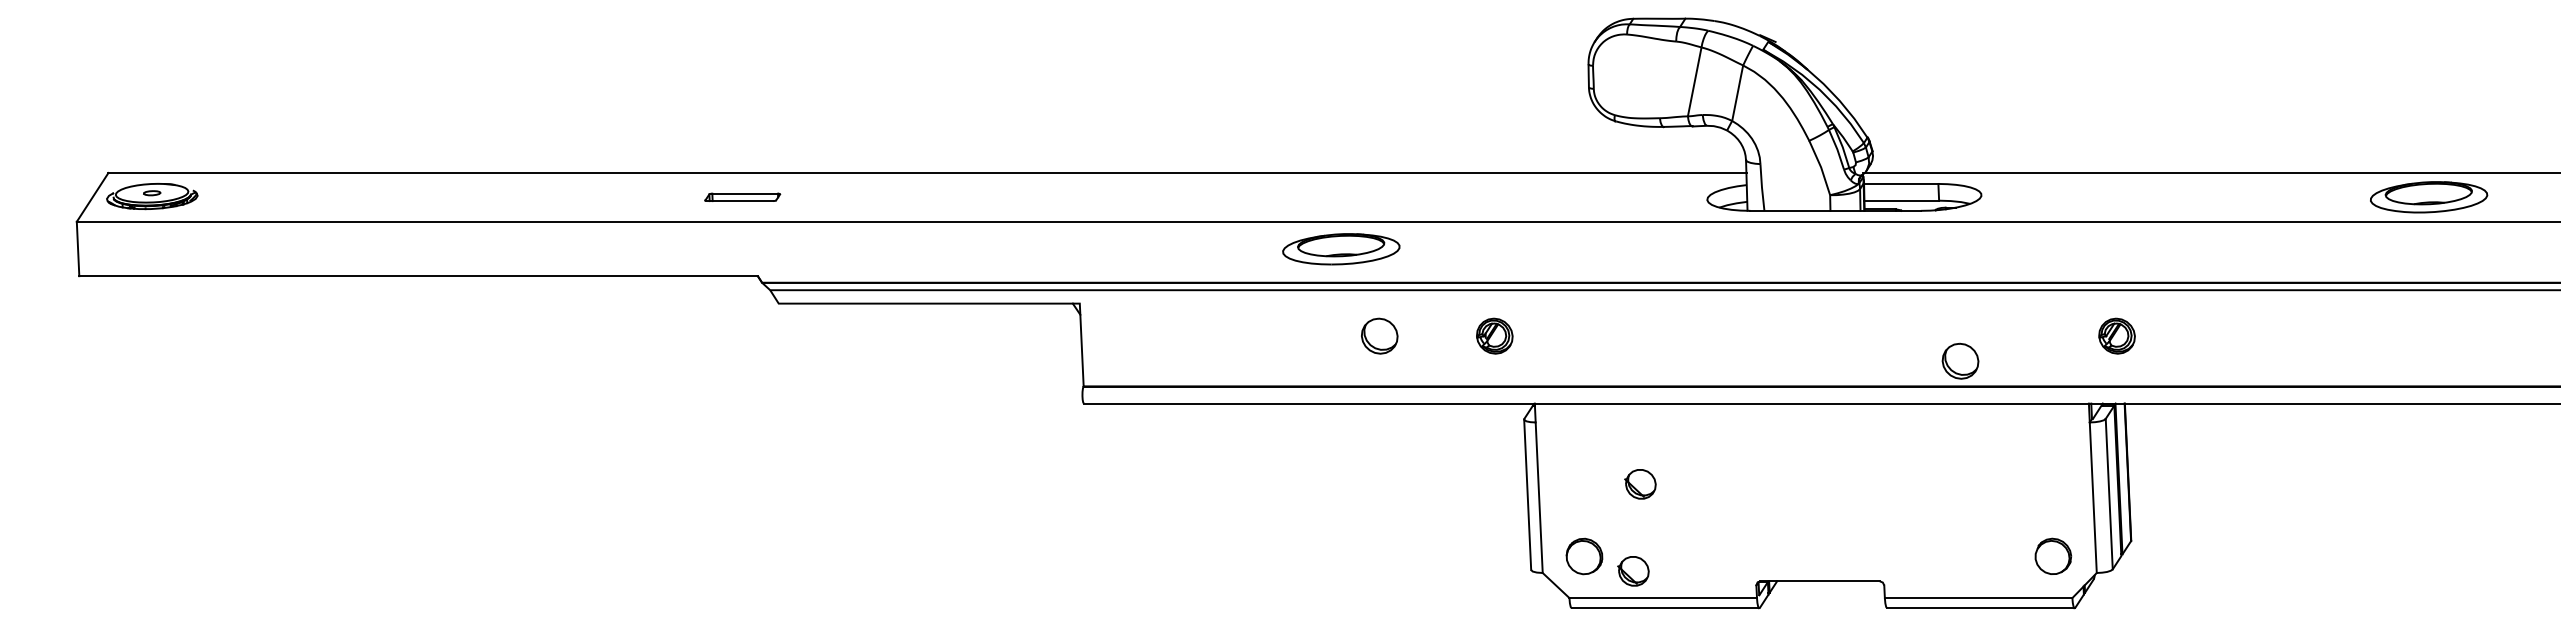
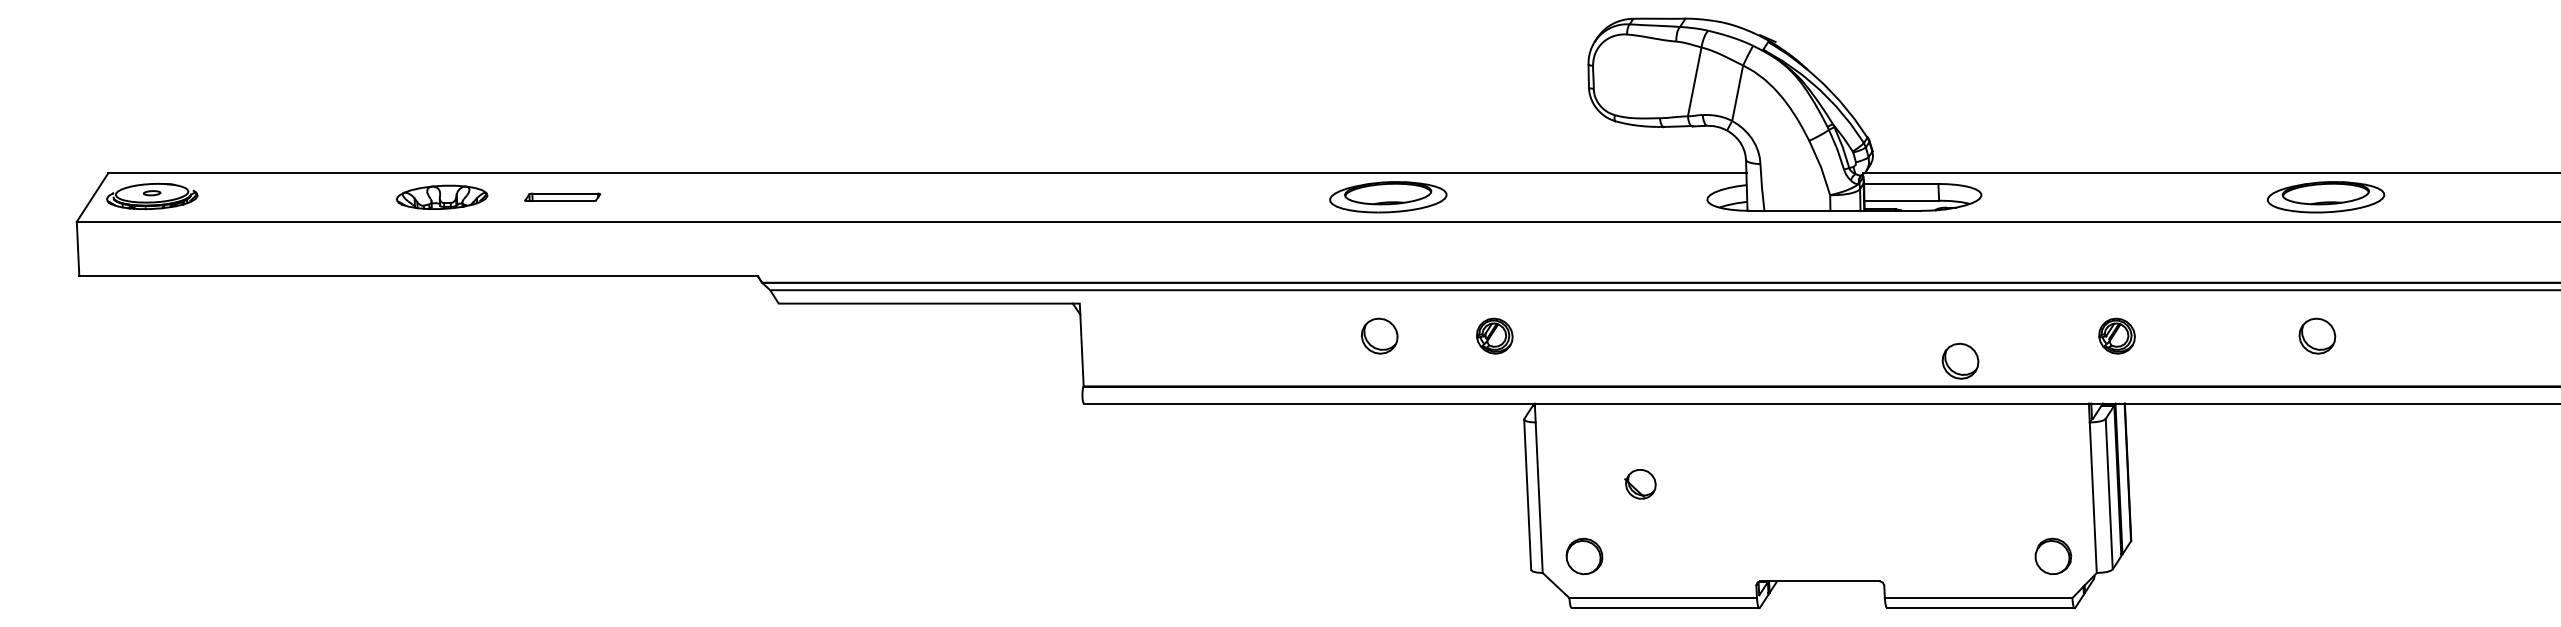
part at (442, 196): none -> present
part at (742, 196) position: (742, 196) -> (562, 196)
part at (2429, 197) position: (2429, 197) -> (2326, 197)
part at (1341, 249) position: (1341, 249) -> (1388, 197)
part at (2317, 335): none -> present
part at (1633, 571): present -> none
